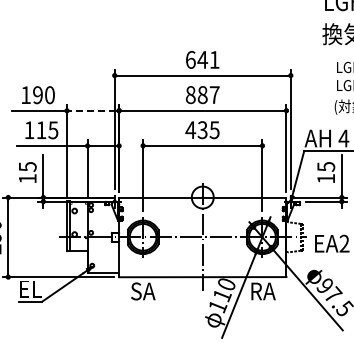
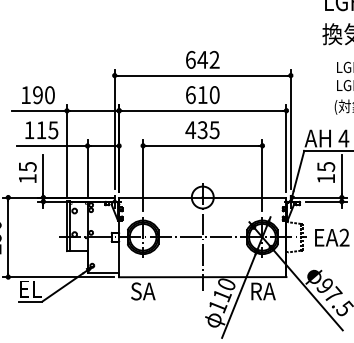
text at (214, 59): 641 -> 642
text at (202, 95): 887 -> 610
line at (93, 110): dashed -> solid
text at (332, 243) position: (332, 243) -> (332, 237)
